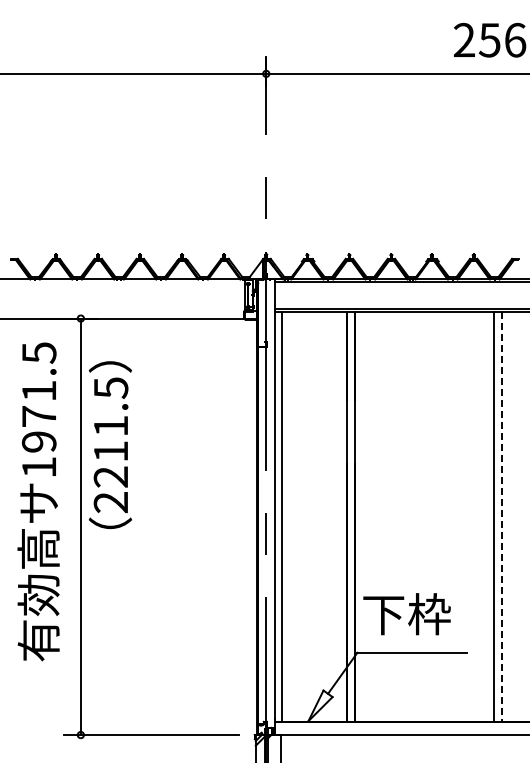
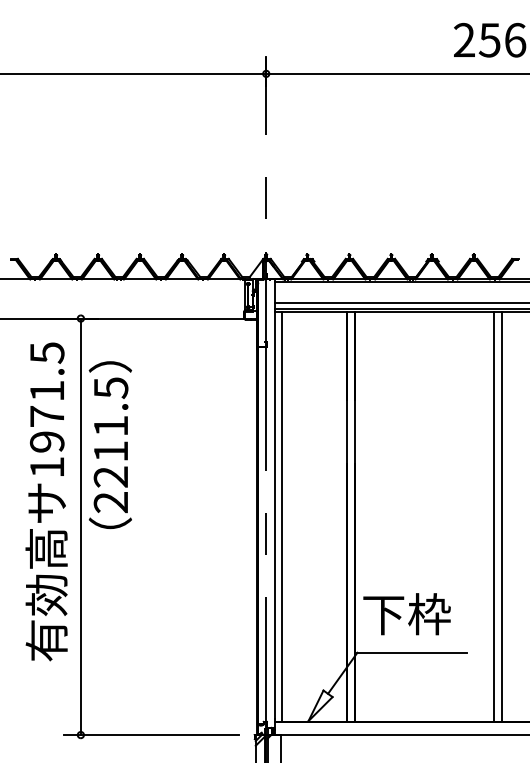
line at (400, 303): none -> present
text at (38, 501) position: (38, 501) -> (46, 501)
line at (501, 517): dashed -> solid
